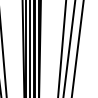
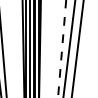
line at (62, 49): solid -> dashed
